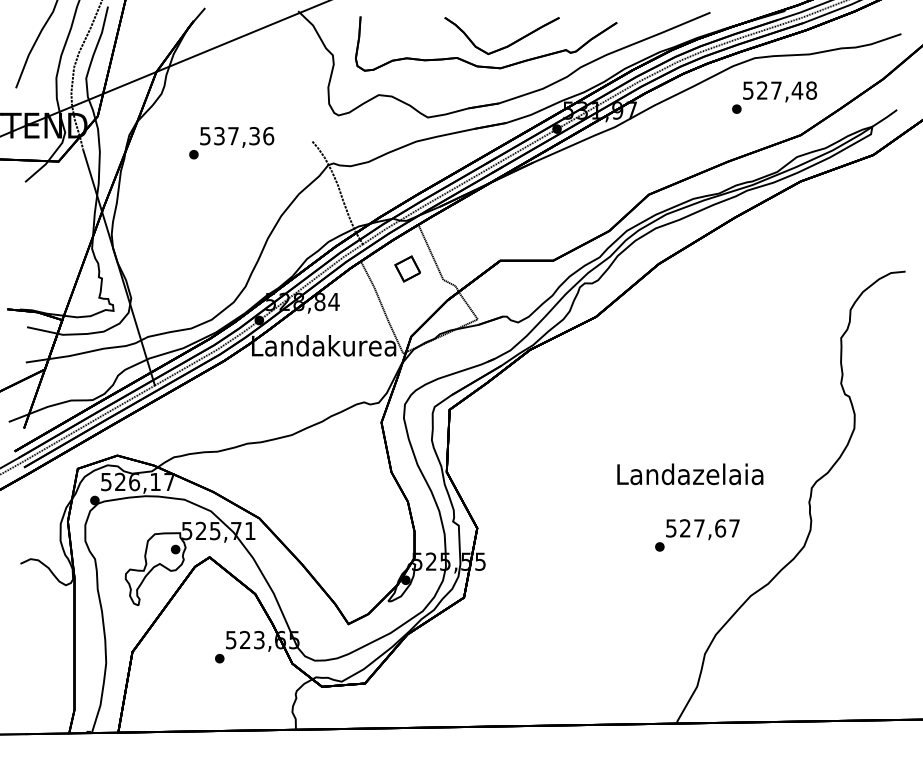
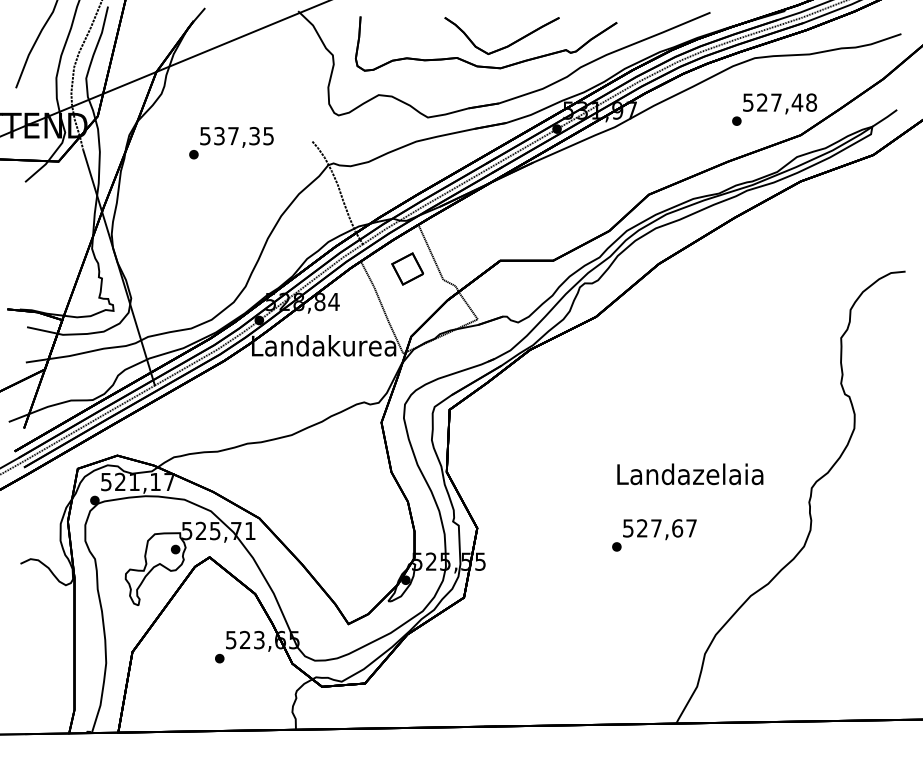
text at (774, 97) position: (774, 97) -> (774, 109)
text at (268, 136): 537,36 -> 537,35
part at (407, 268) size: 27x28 px -> 34x34 px
text at (134, 482): 526,17 -> 521,17
text at (697, 535) position: (697, 535) -> (654, 535)
